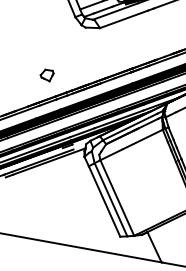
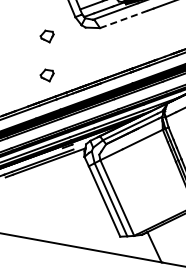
line at (123, 19): solid -> dashed
part at (46, 36): none -> present
